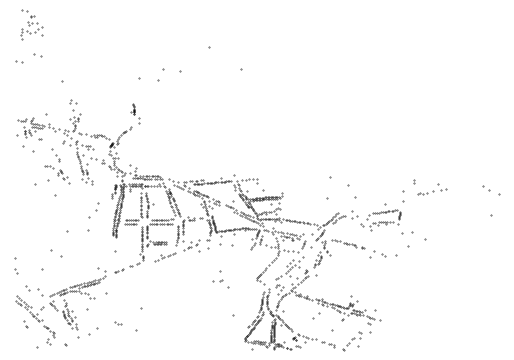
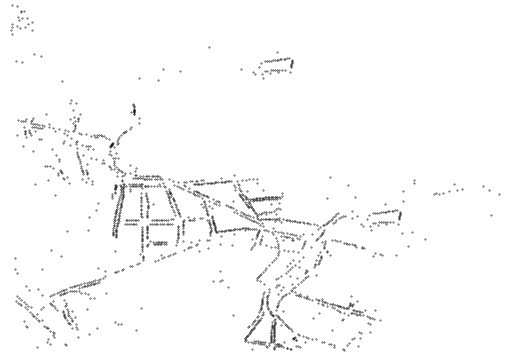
part at (31, 24) position: (31, 24) -> (21, 19)
part at (272, 65): none -> present
part at (432, 189) position: (432, 189) -> (448, 189)
part at (377, 254) size: 18x9 px -> 12x6 px
